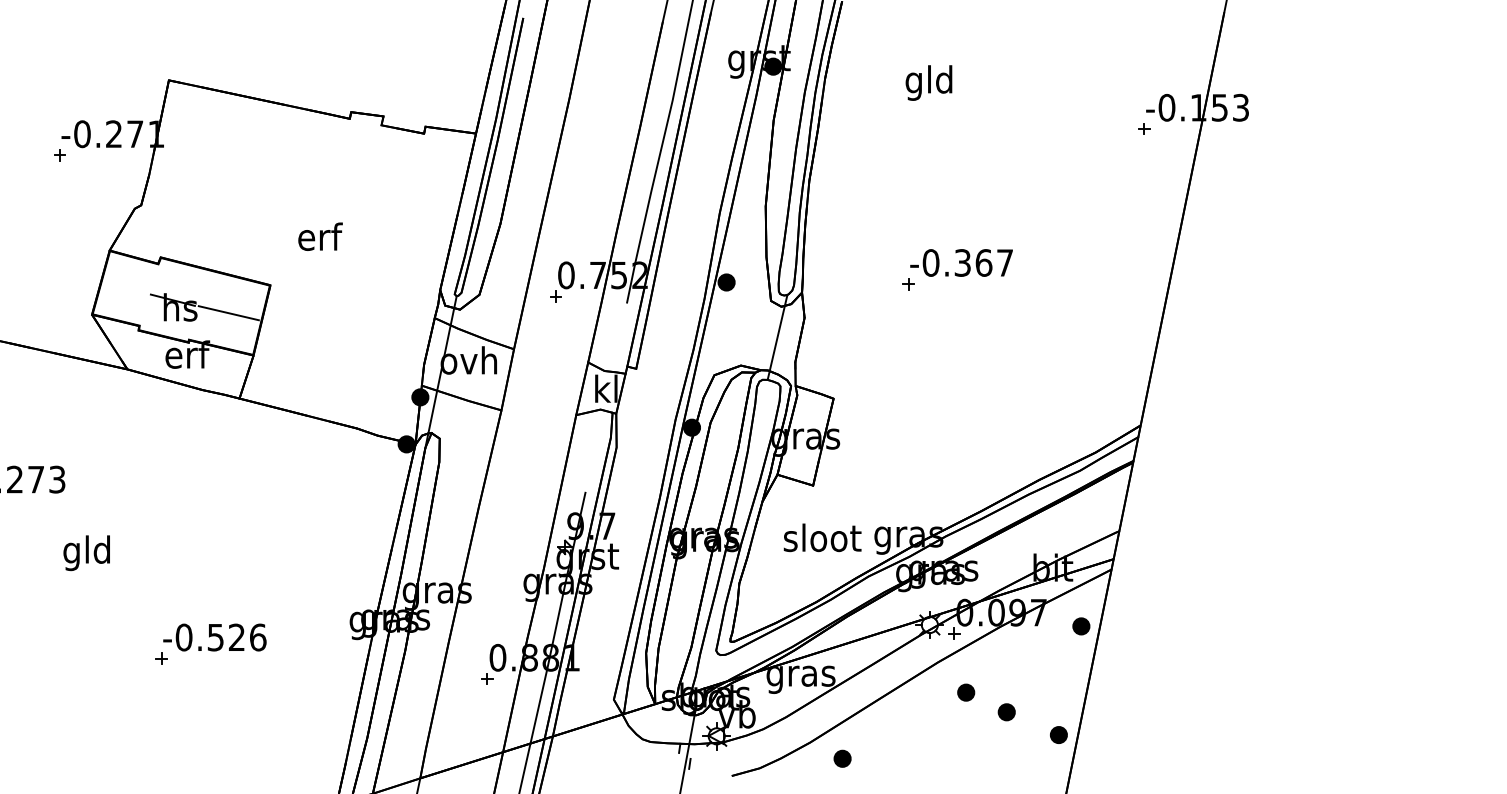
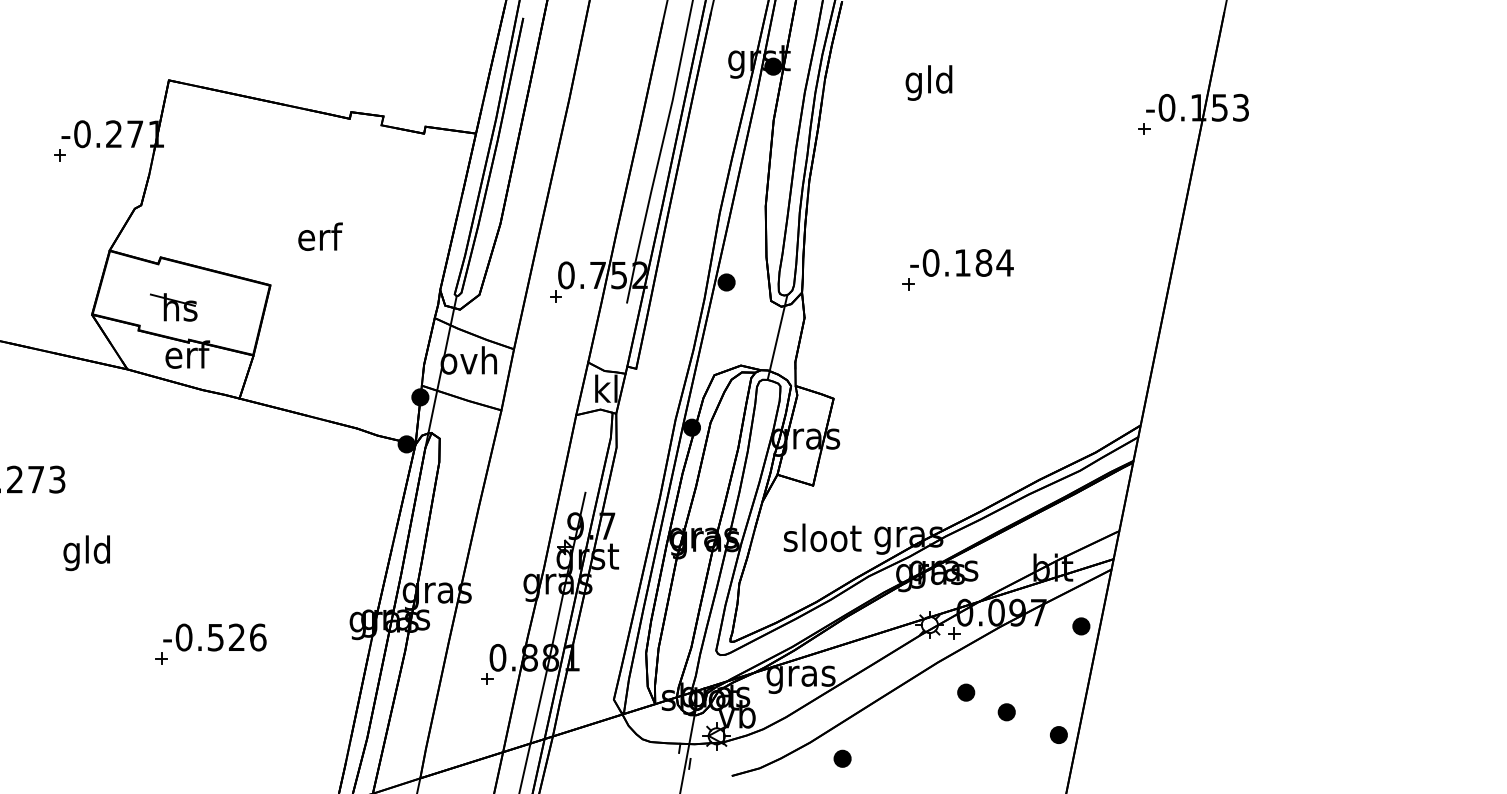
text at (983, 262): -0.367 -> -0.184
line at (228, 313): present -> none
